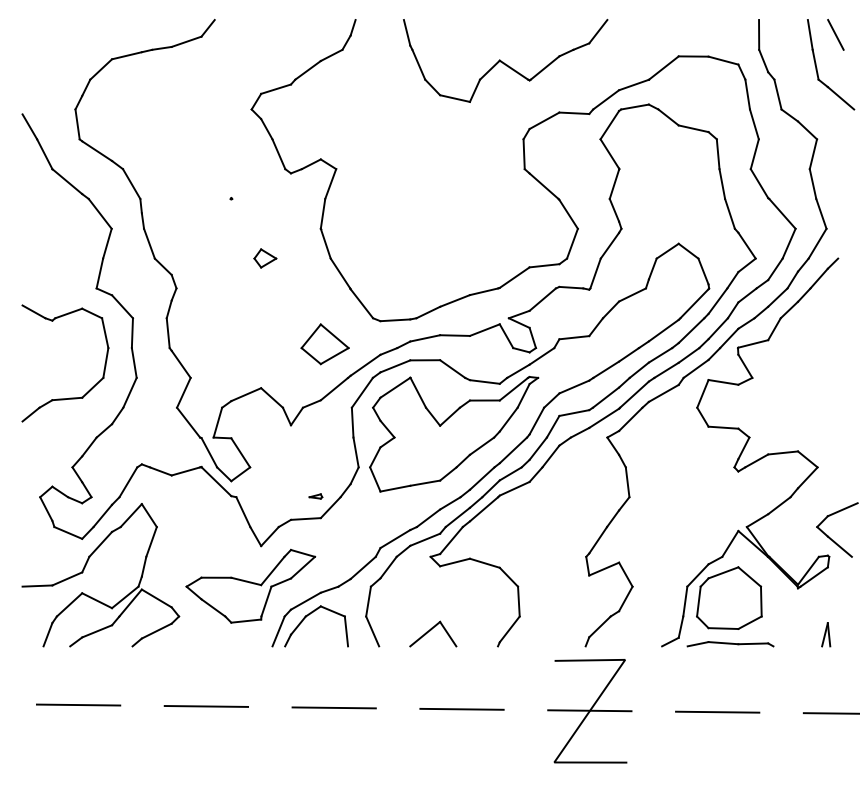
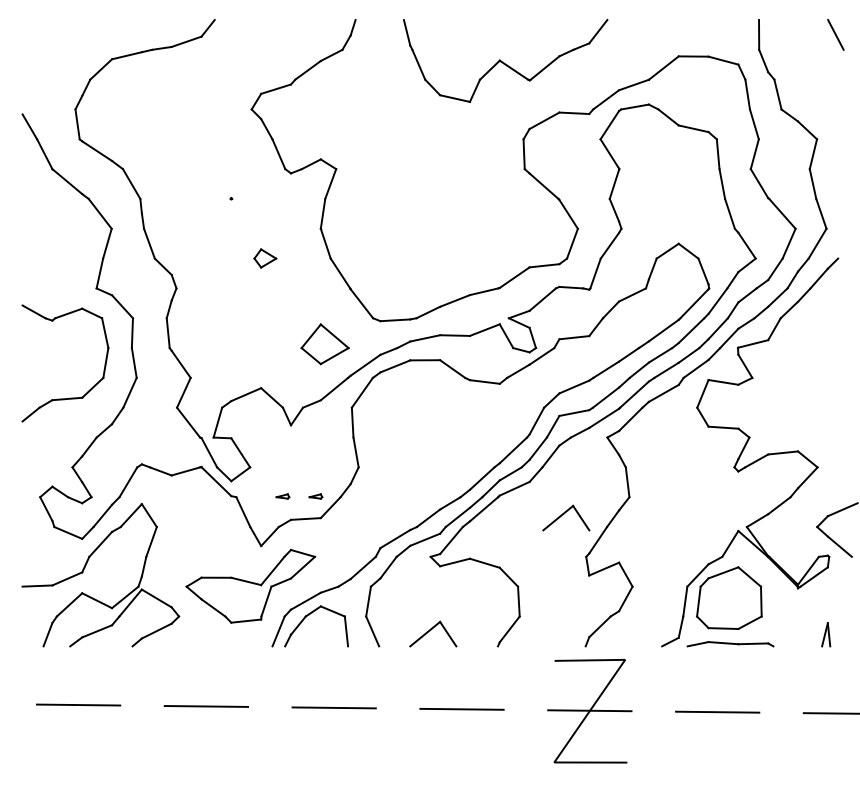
part at (817, 67): present -> none
part at (454, 434): present -> none
part at (282, 496): none -> present
part at (566, 517): none -> present
